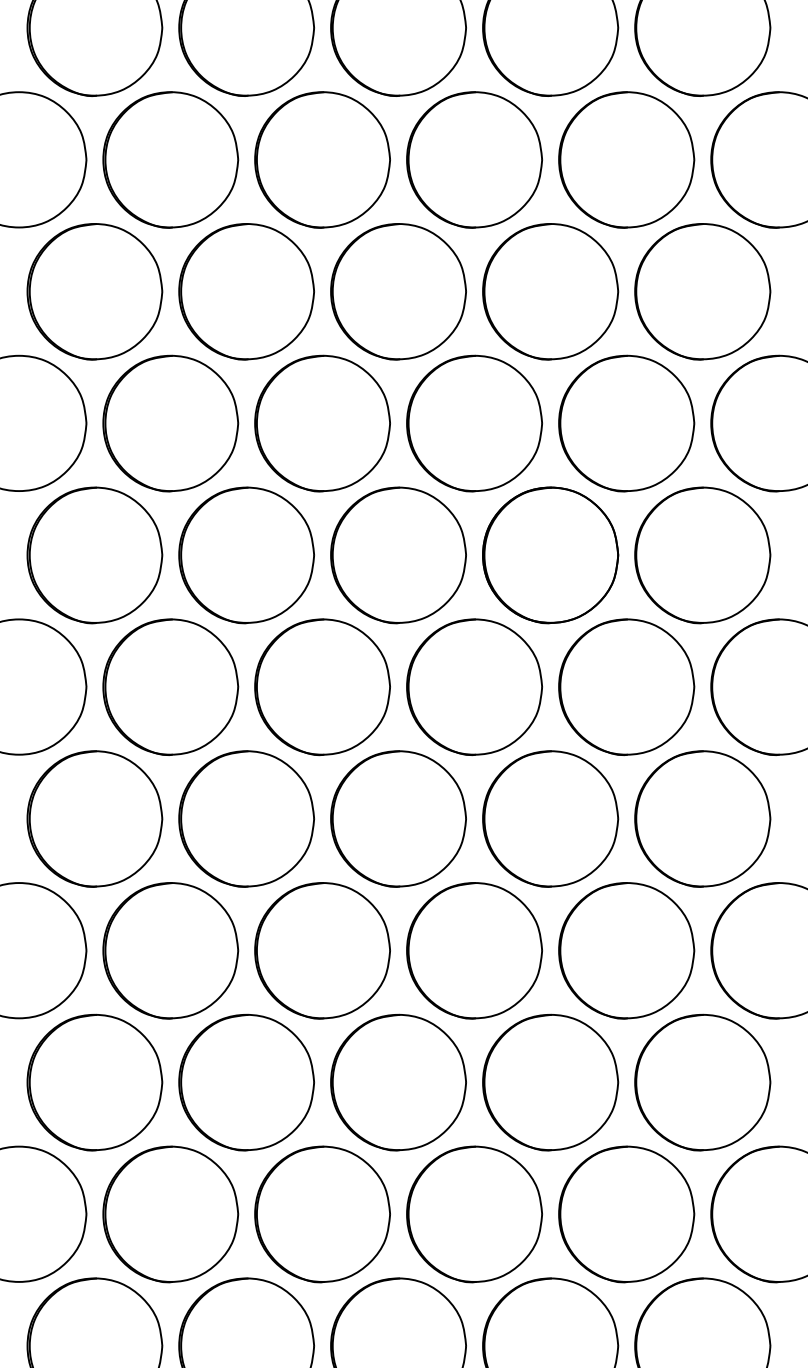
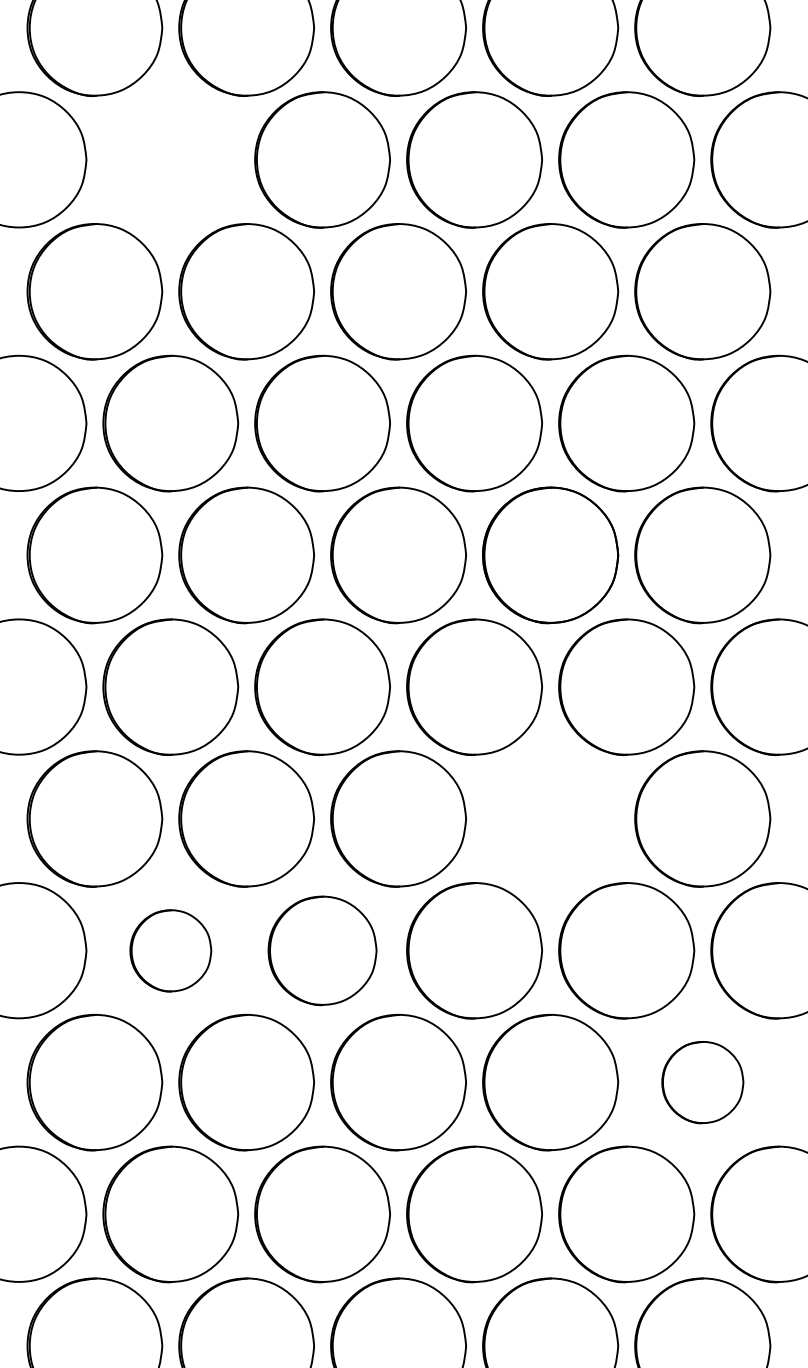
part at (170, 159): present -> none
part at (550, 818): present -> none
part at (170, 950) size: 138x138 px -> 84x84 px
part at (322, 950) size: 137x138 px -> 111x112 px
part at (702, 1082) size: 138x139 px -> 84x84 px
